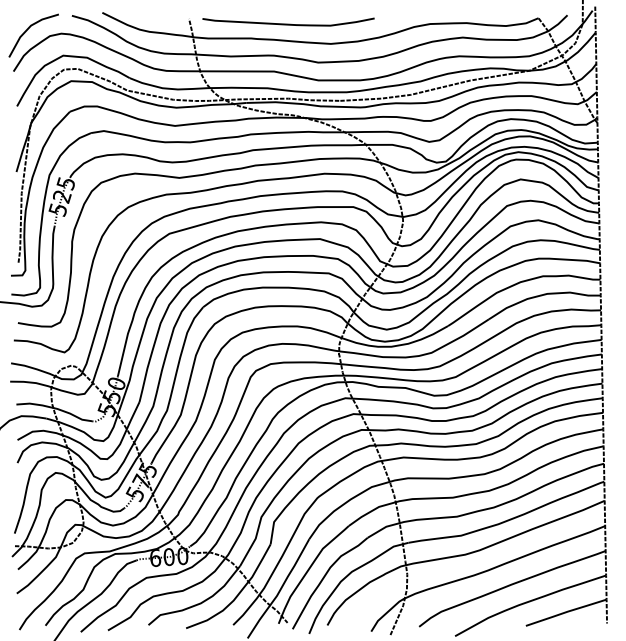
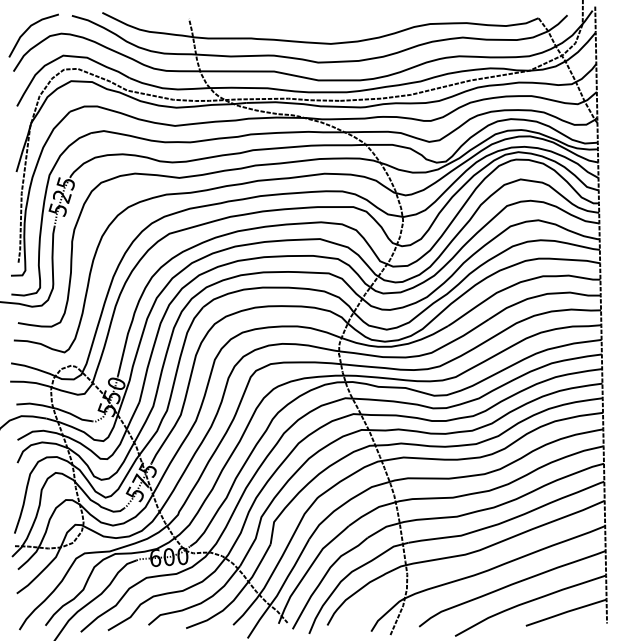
curve at (288, 23): present -> none
